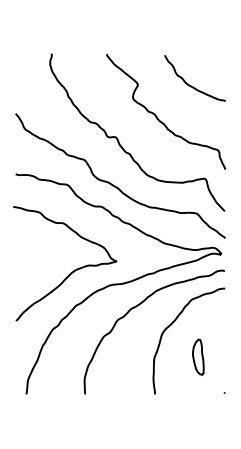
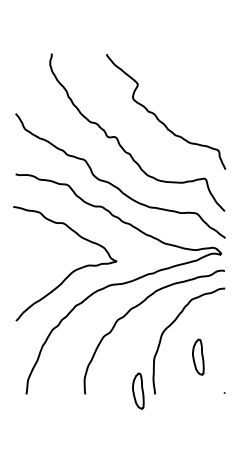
curve at (191, 85): present -> none
part at (138, 390): none -> present
